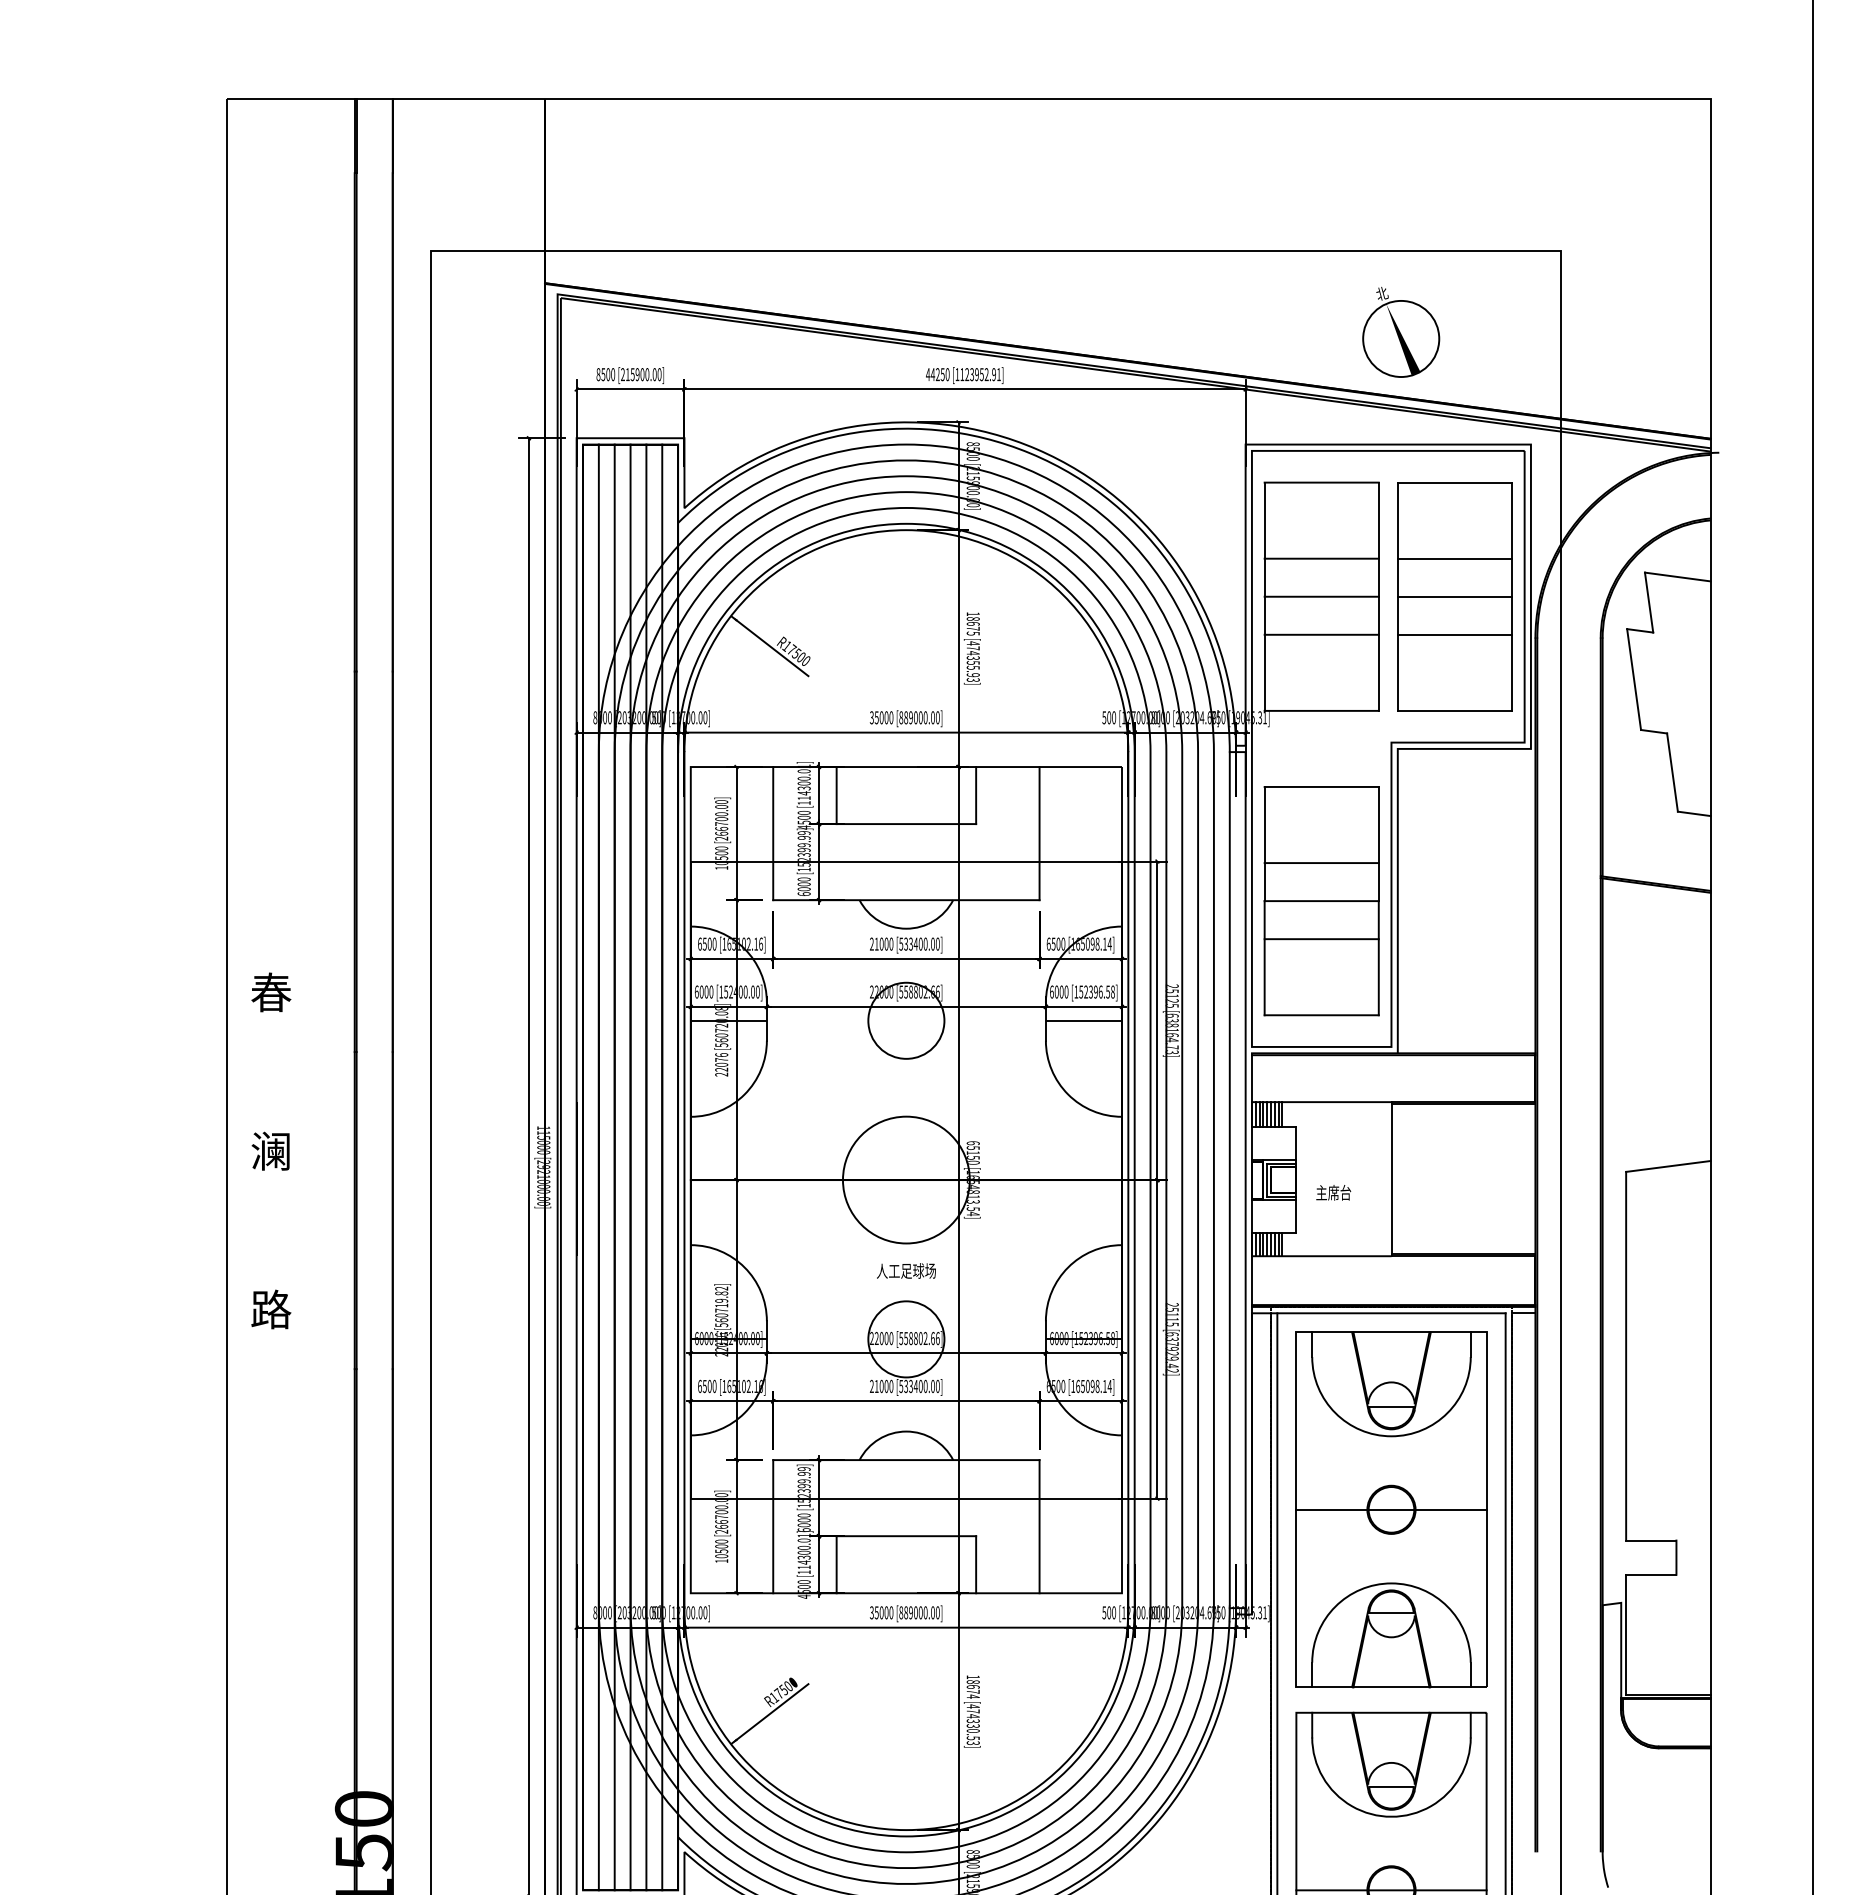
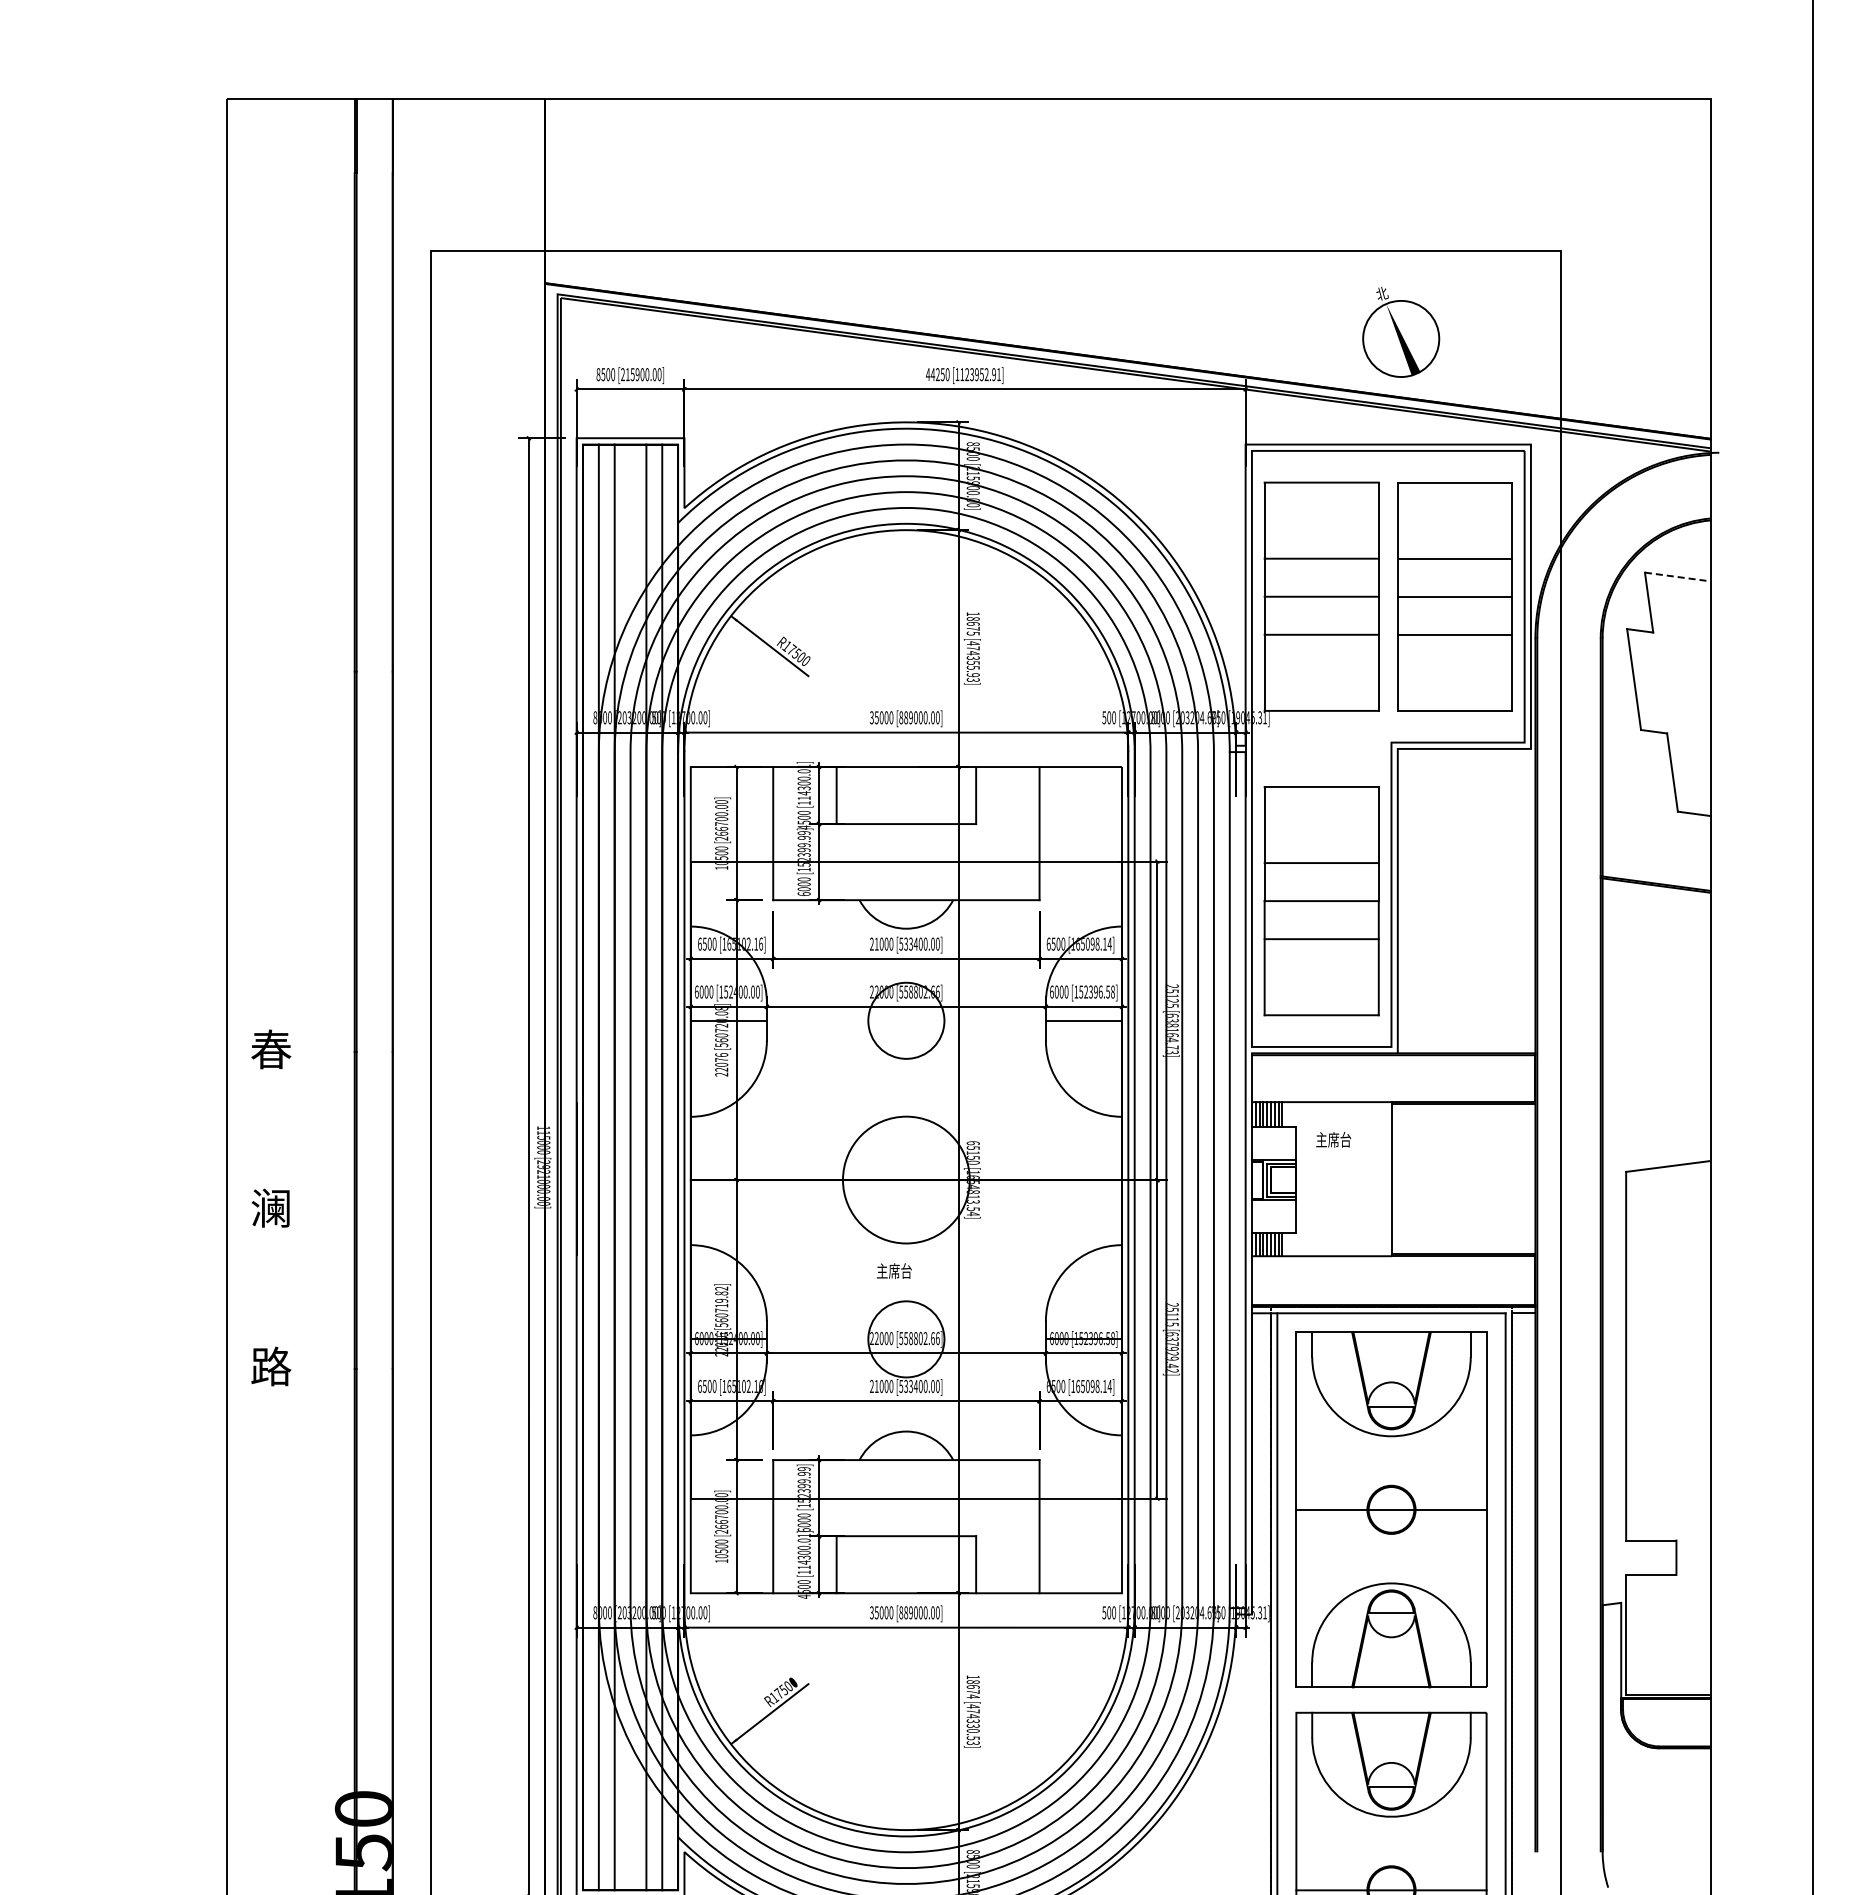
line at (1678, 577): solid -> dashed
text at (271, 1150) position: (271, 1150) -> (271, 1207)
line at (630, 1167): present -> none
text at (1333, 1192) position: (1333, 1192) -> (1333, 1139)
text at (906, 1270): 人工足球场 -> 主席台
